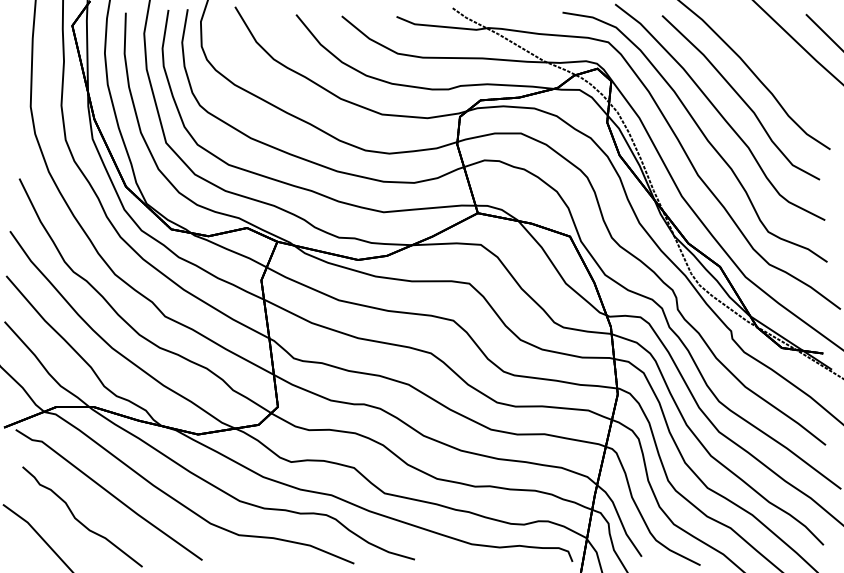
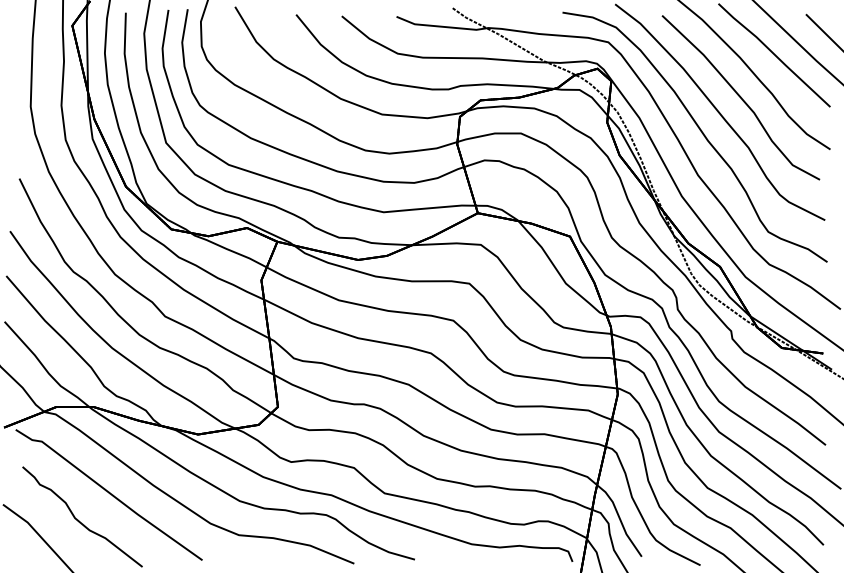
part at (774, 55): none -> present
